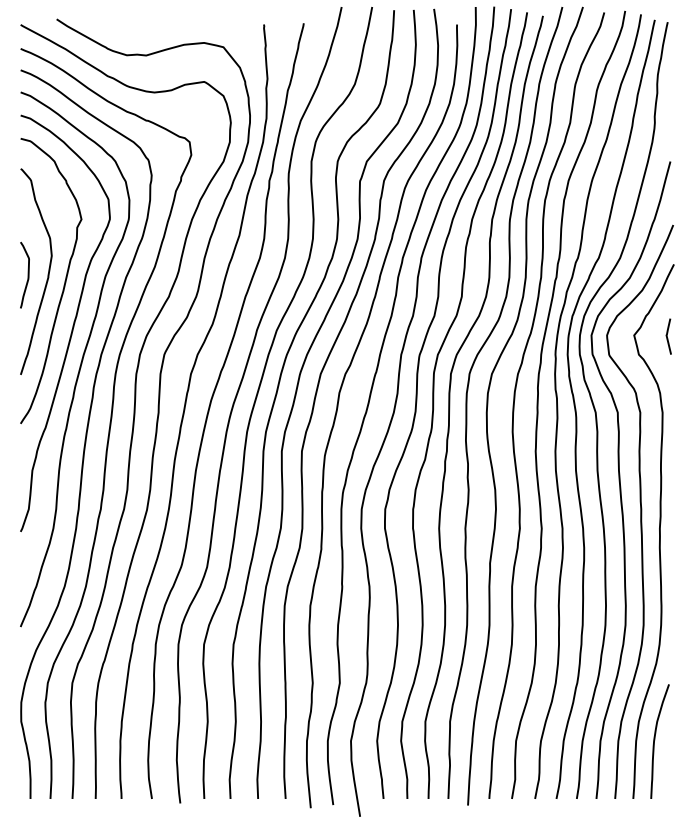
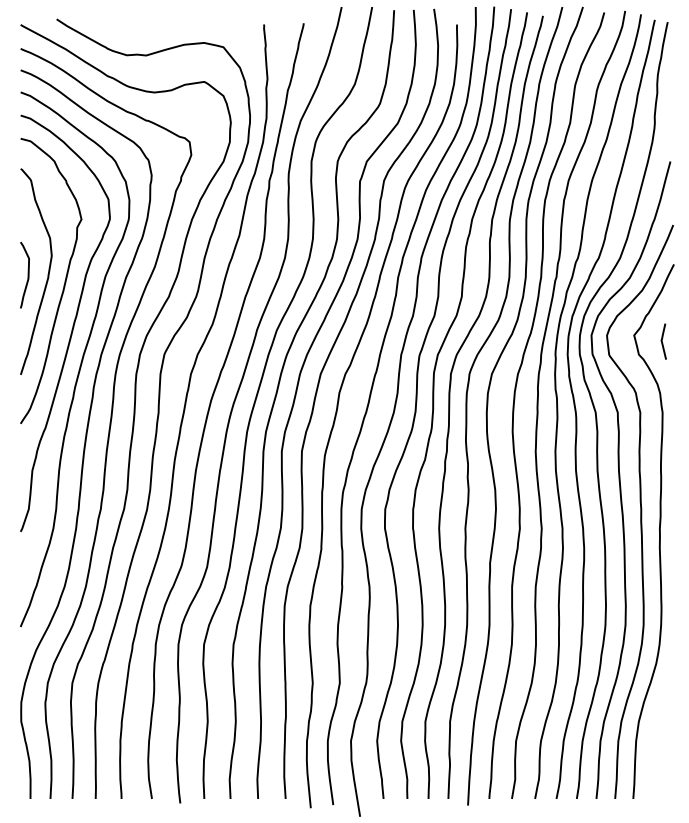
line at (667, 336) position: (667, 336) -> (662, 341)
curve at (655, 740): present -> none
